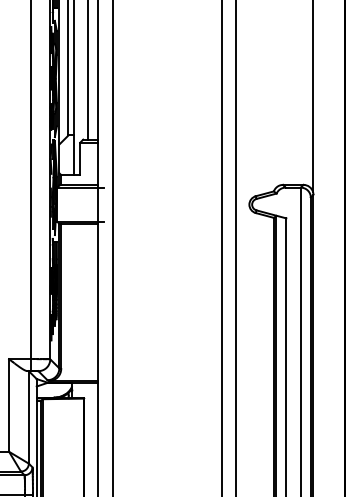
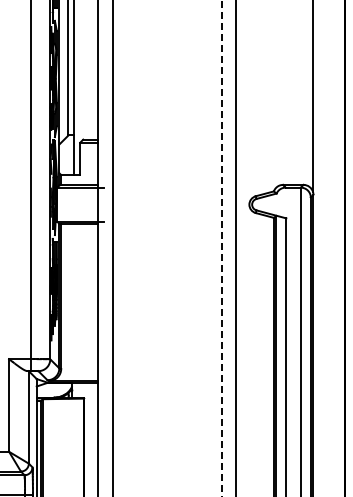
line at (88, 70): present -> none
line at (221, 248): solid -> dashed
